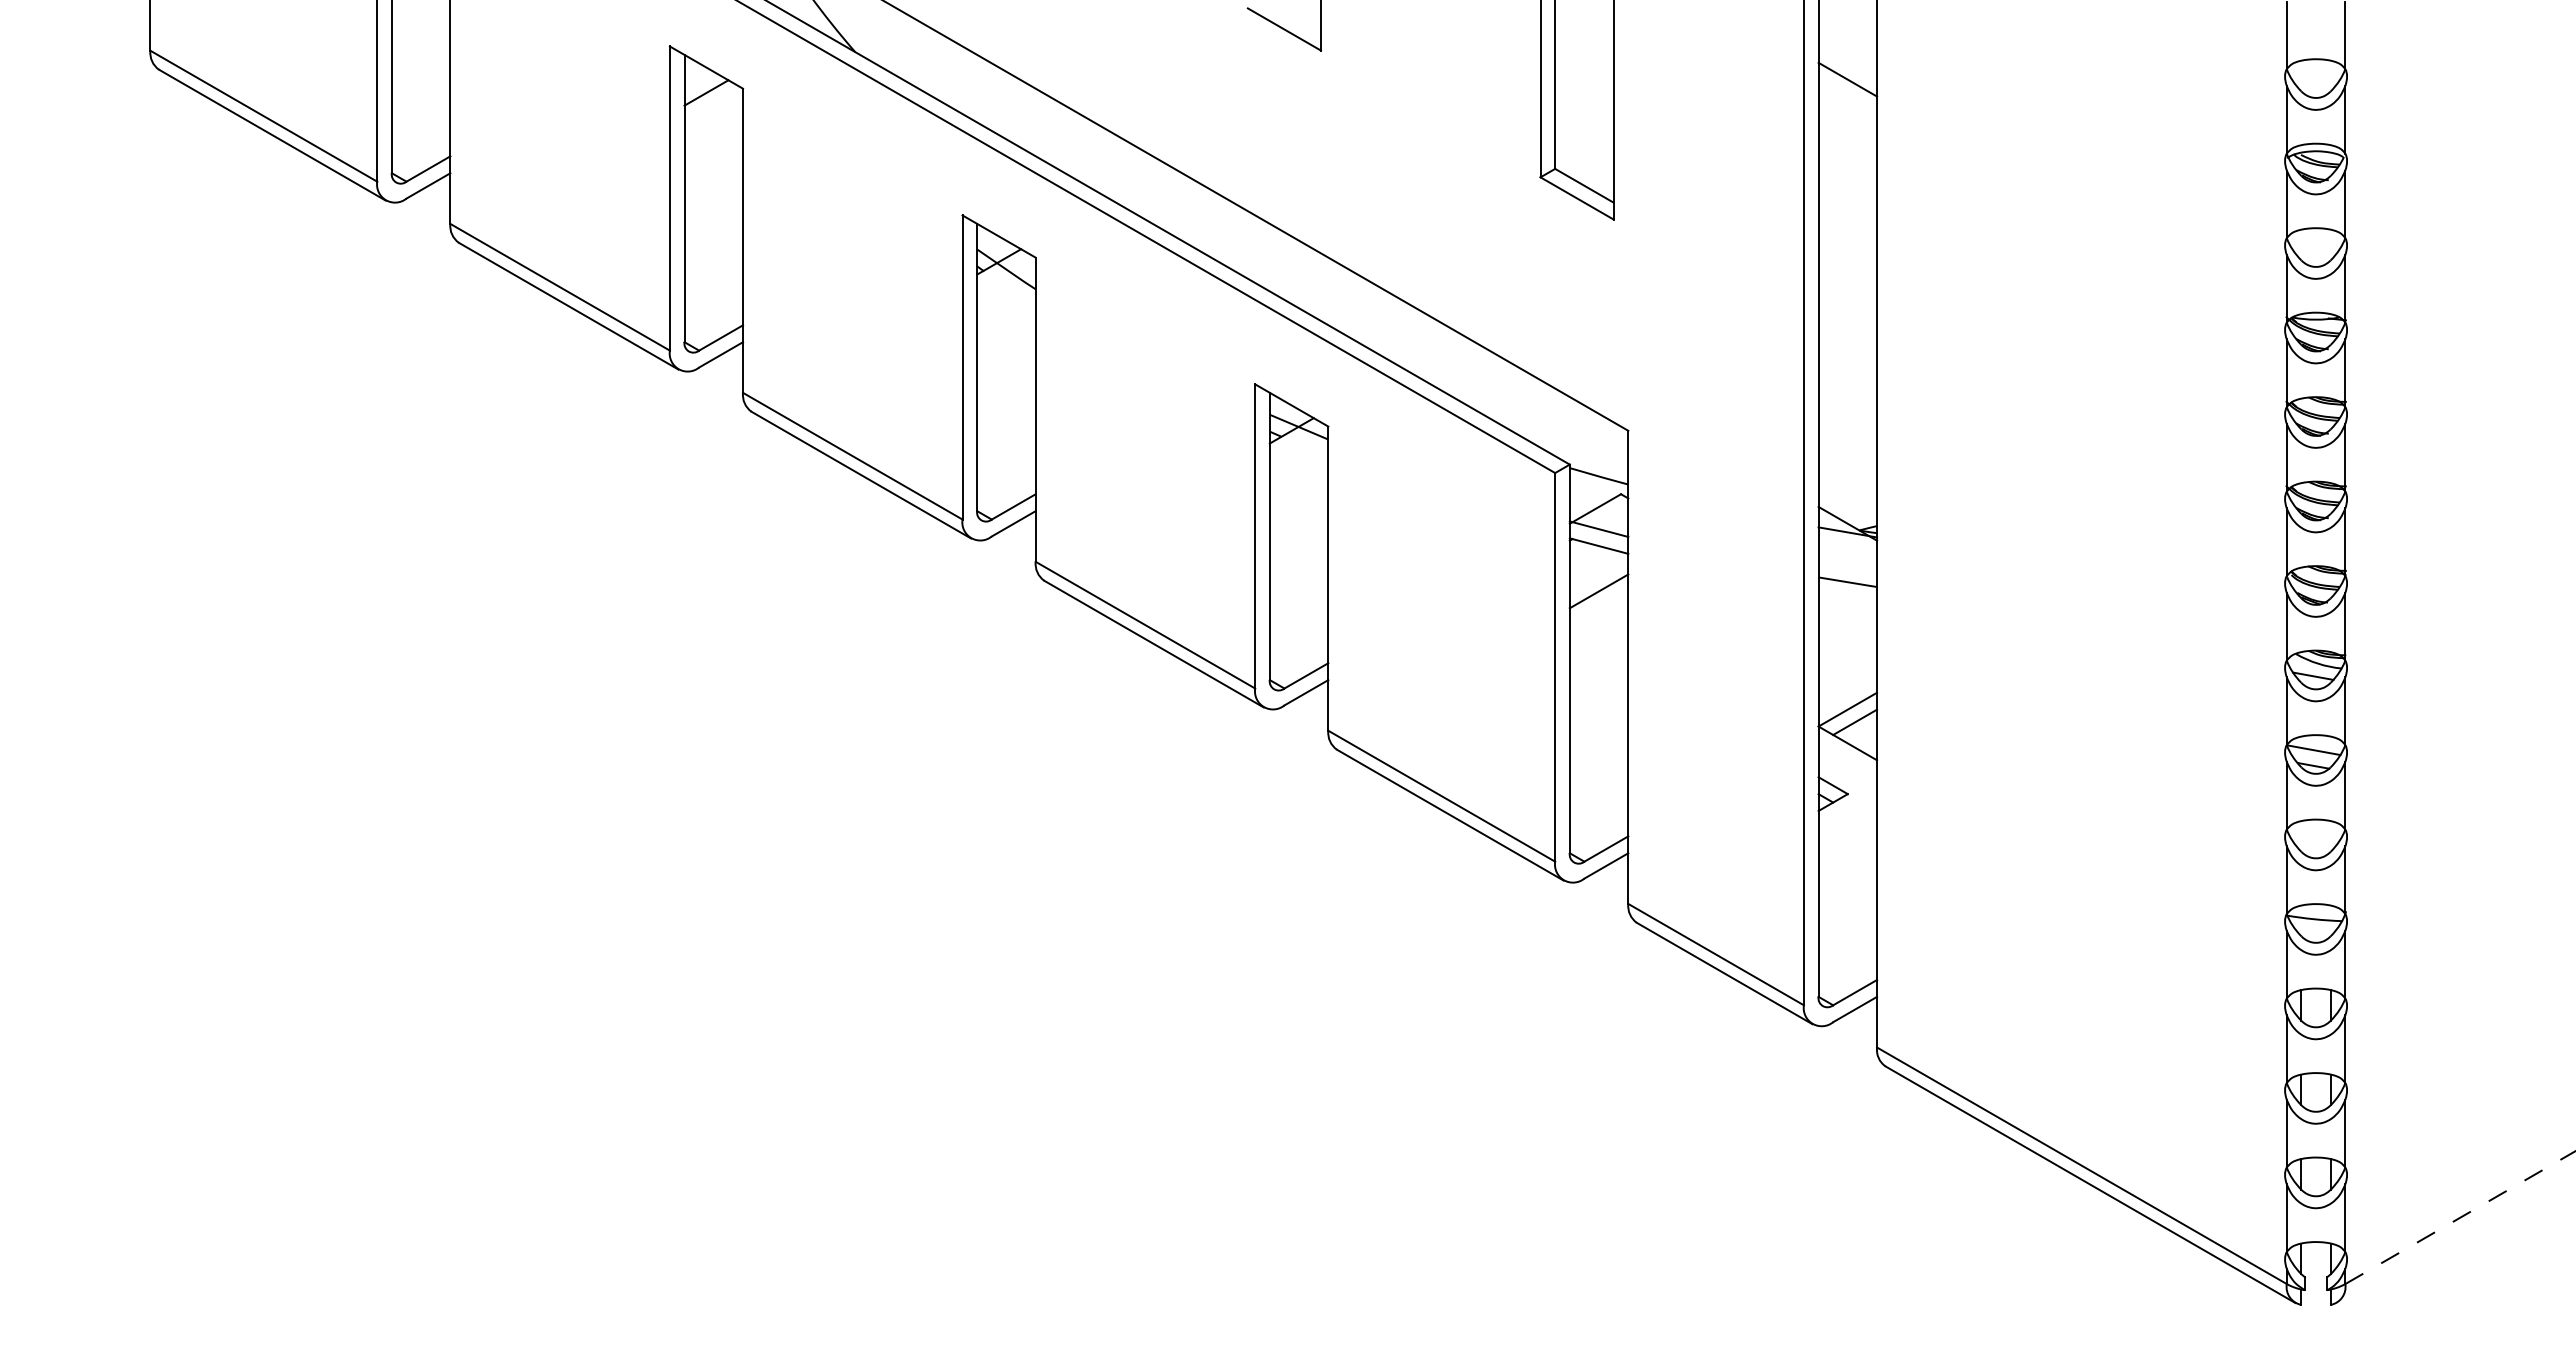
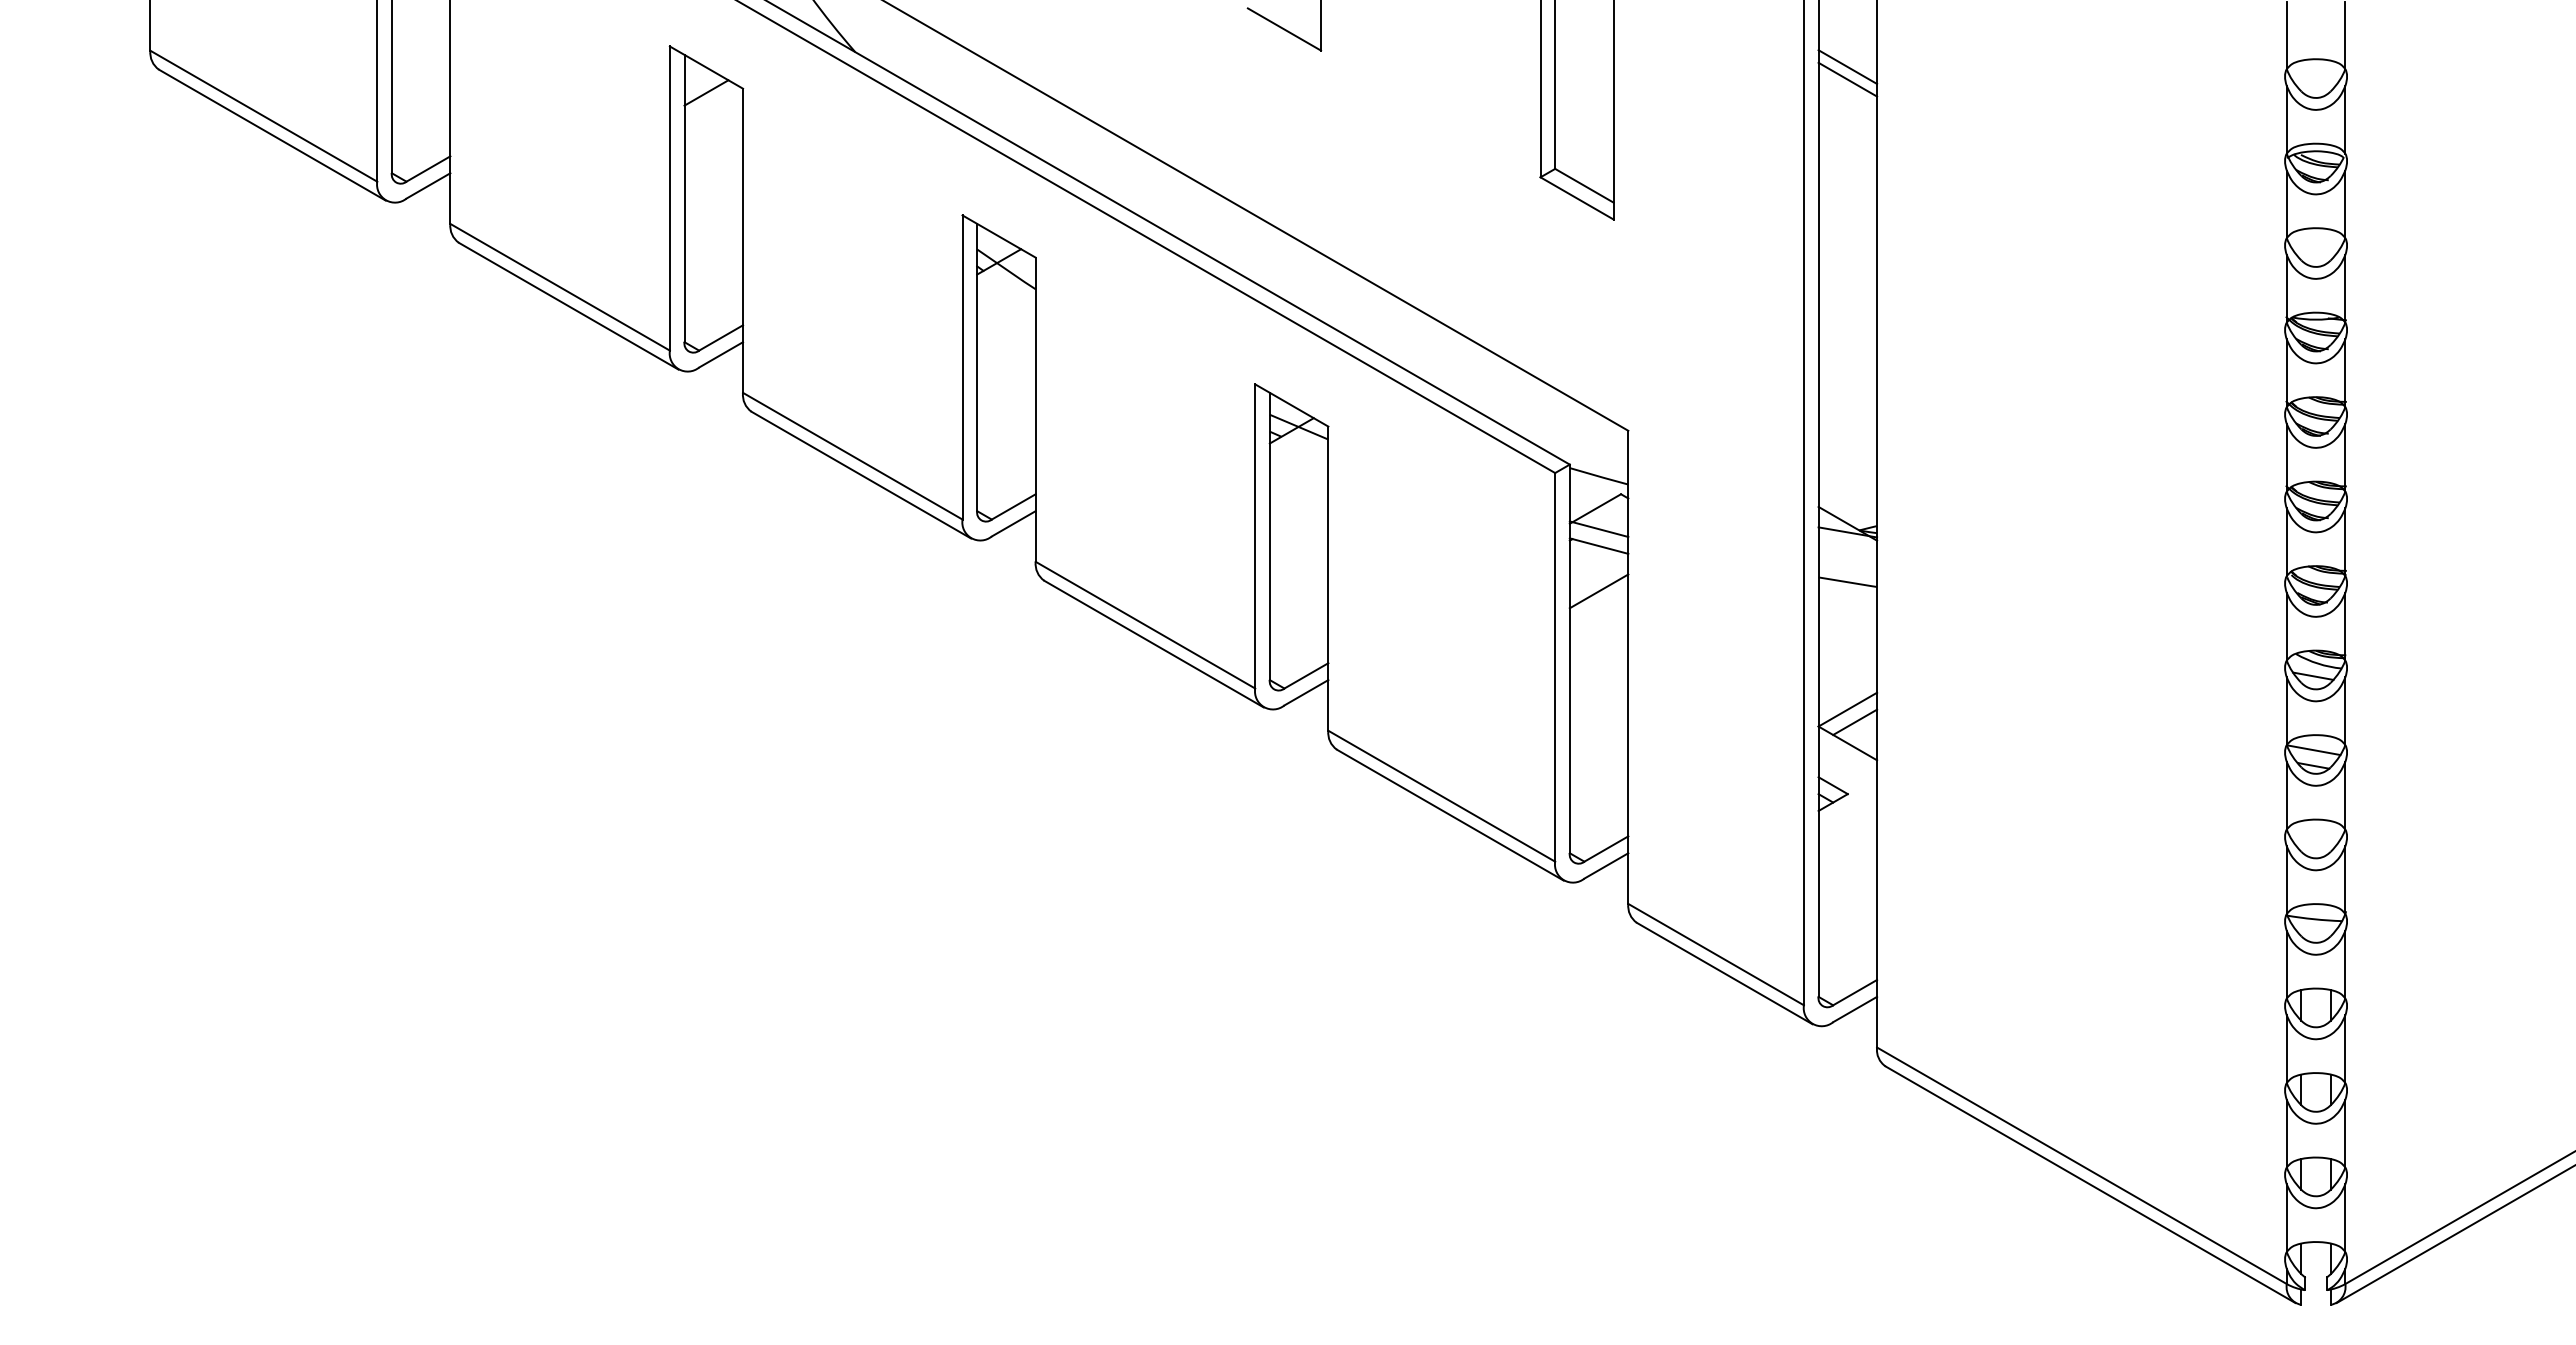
line at (1847, 66): none -> present
line at (2460, 1217): dashed -> solid
line at (2454, 1234): none -> present
